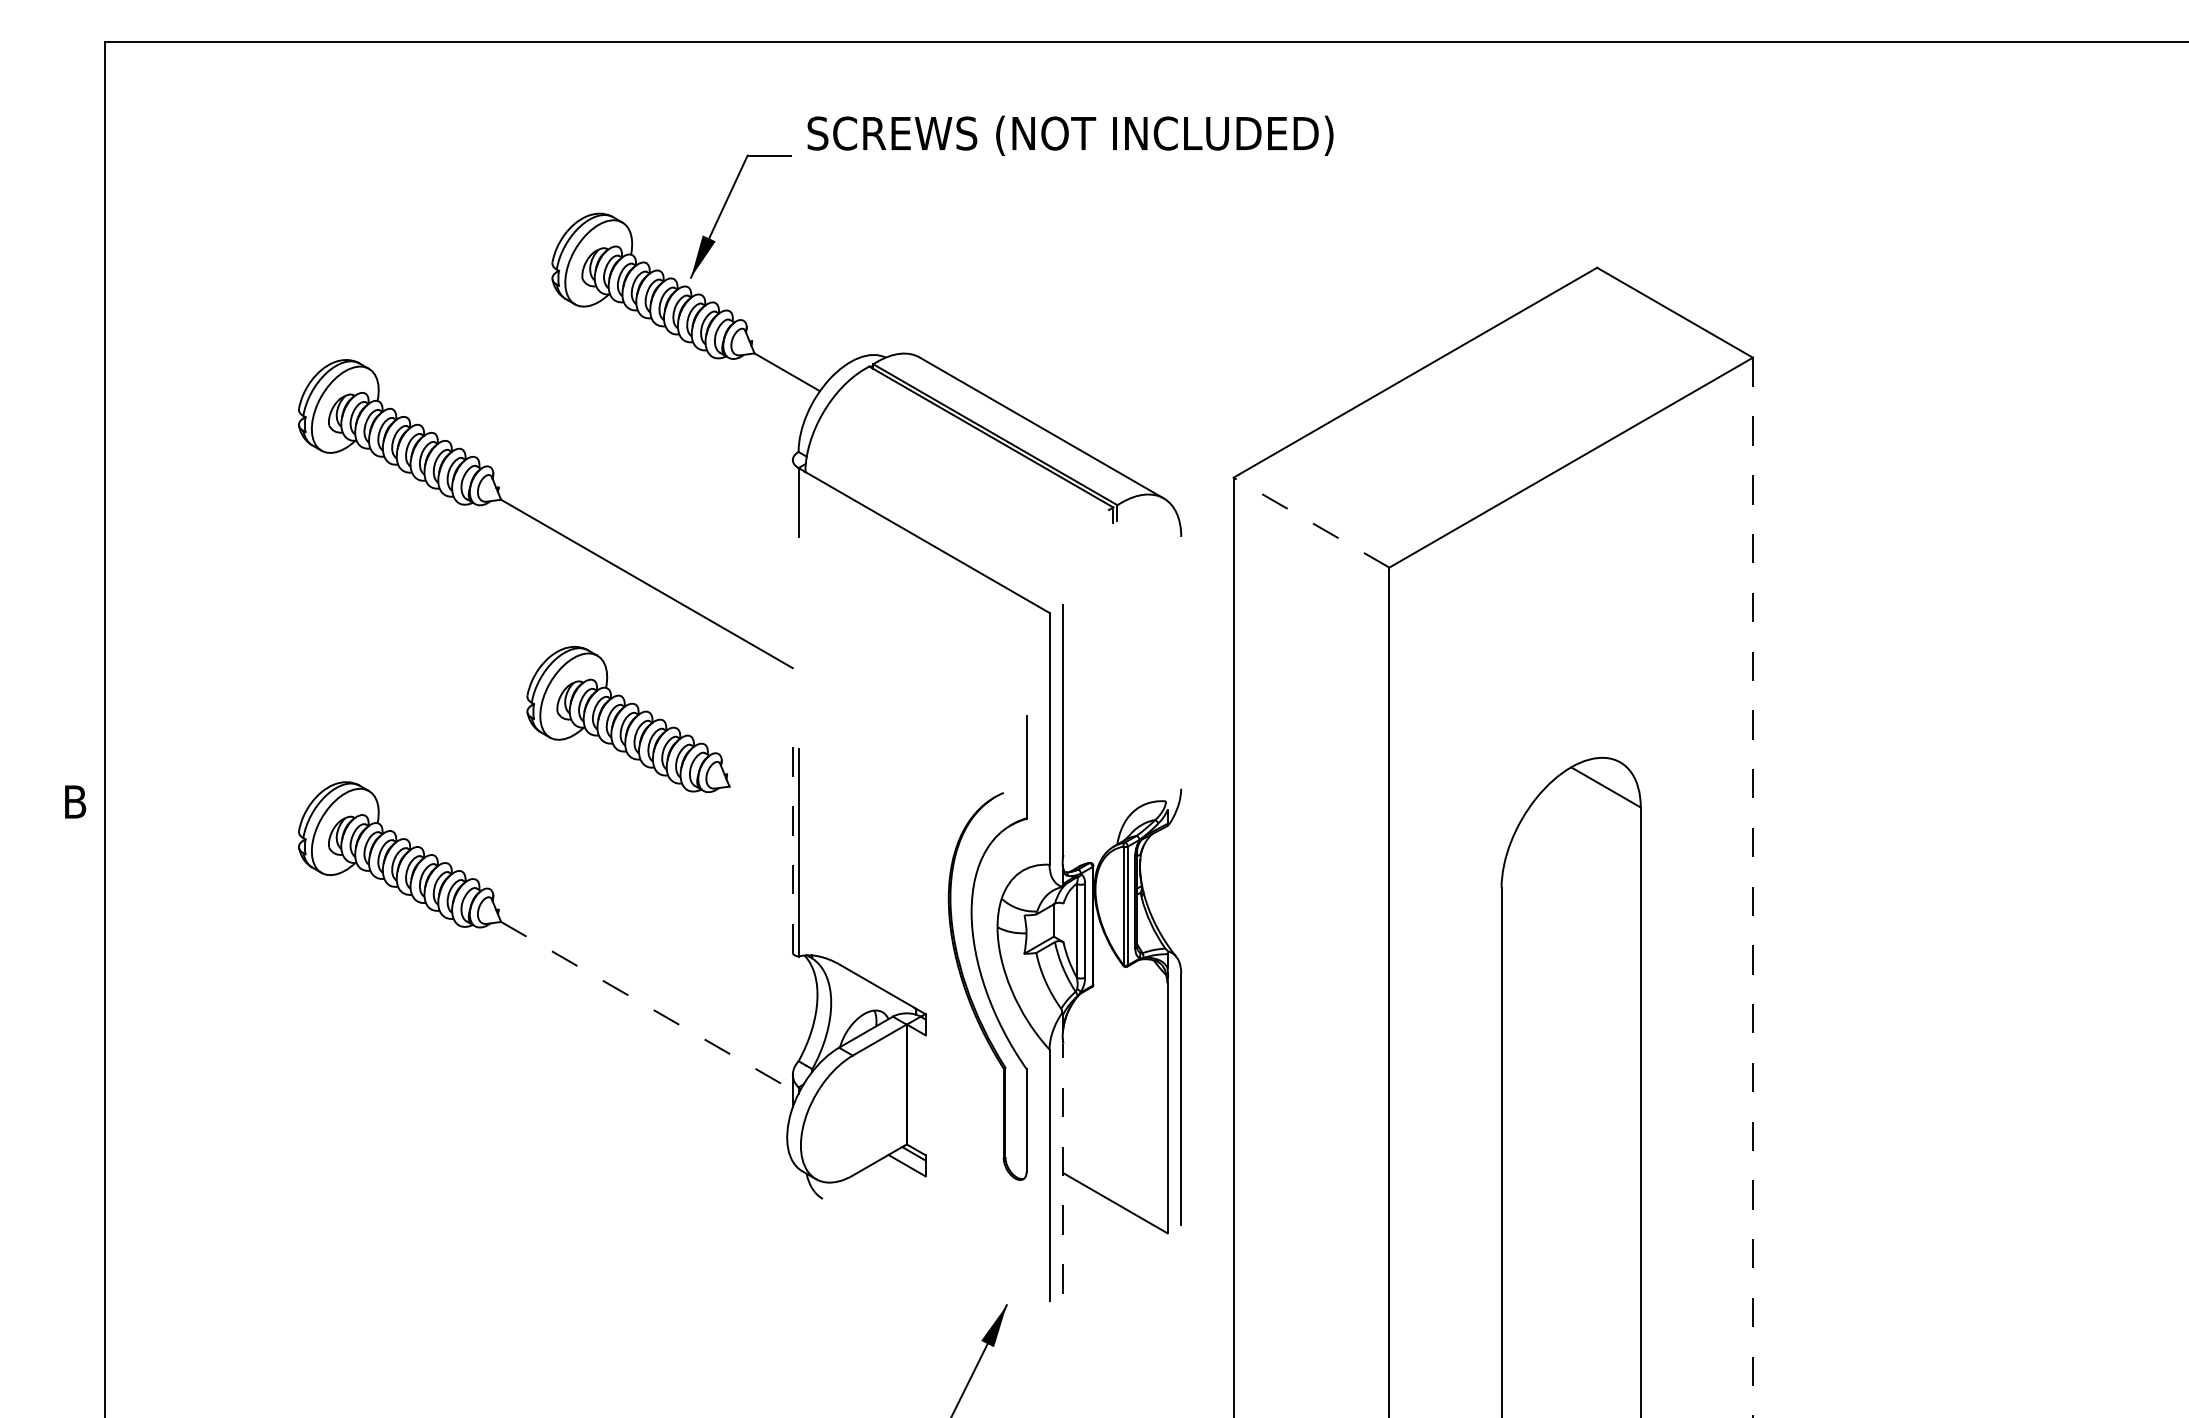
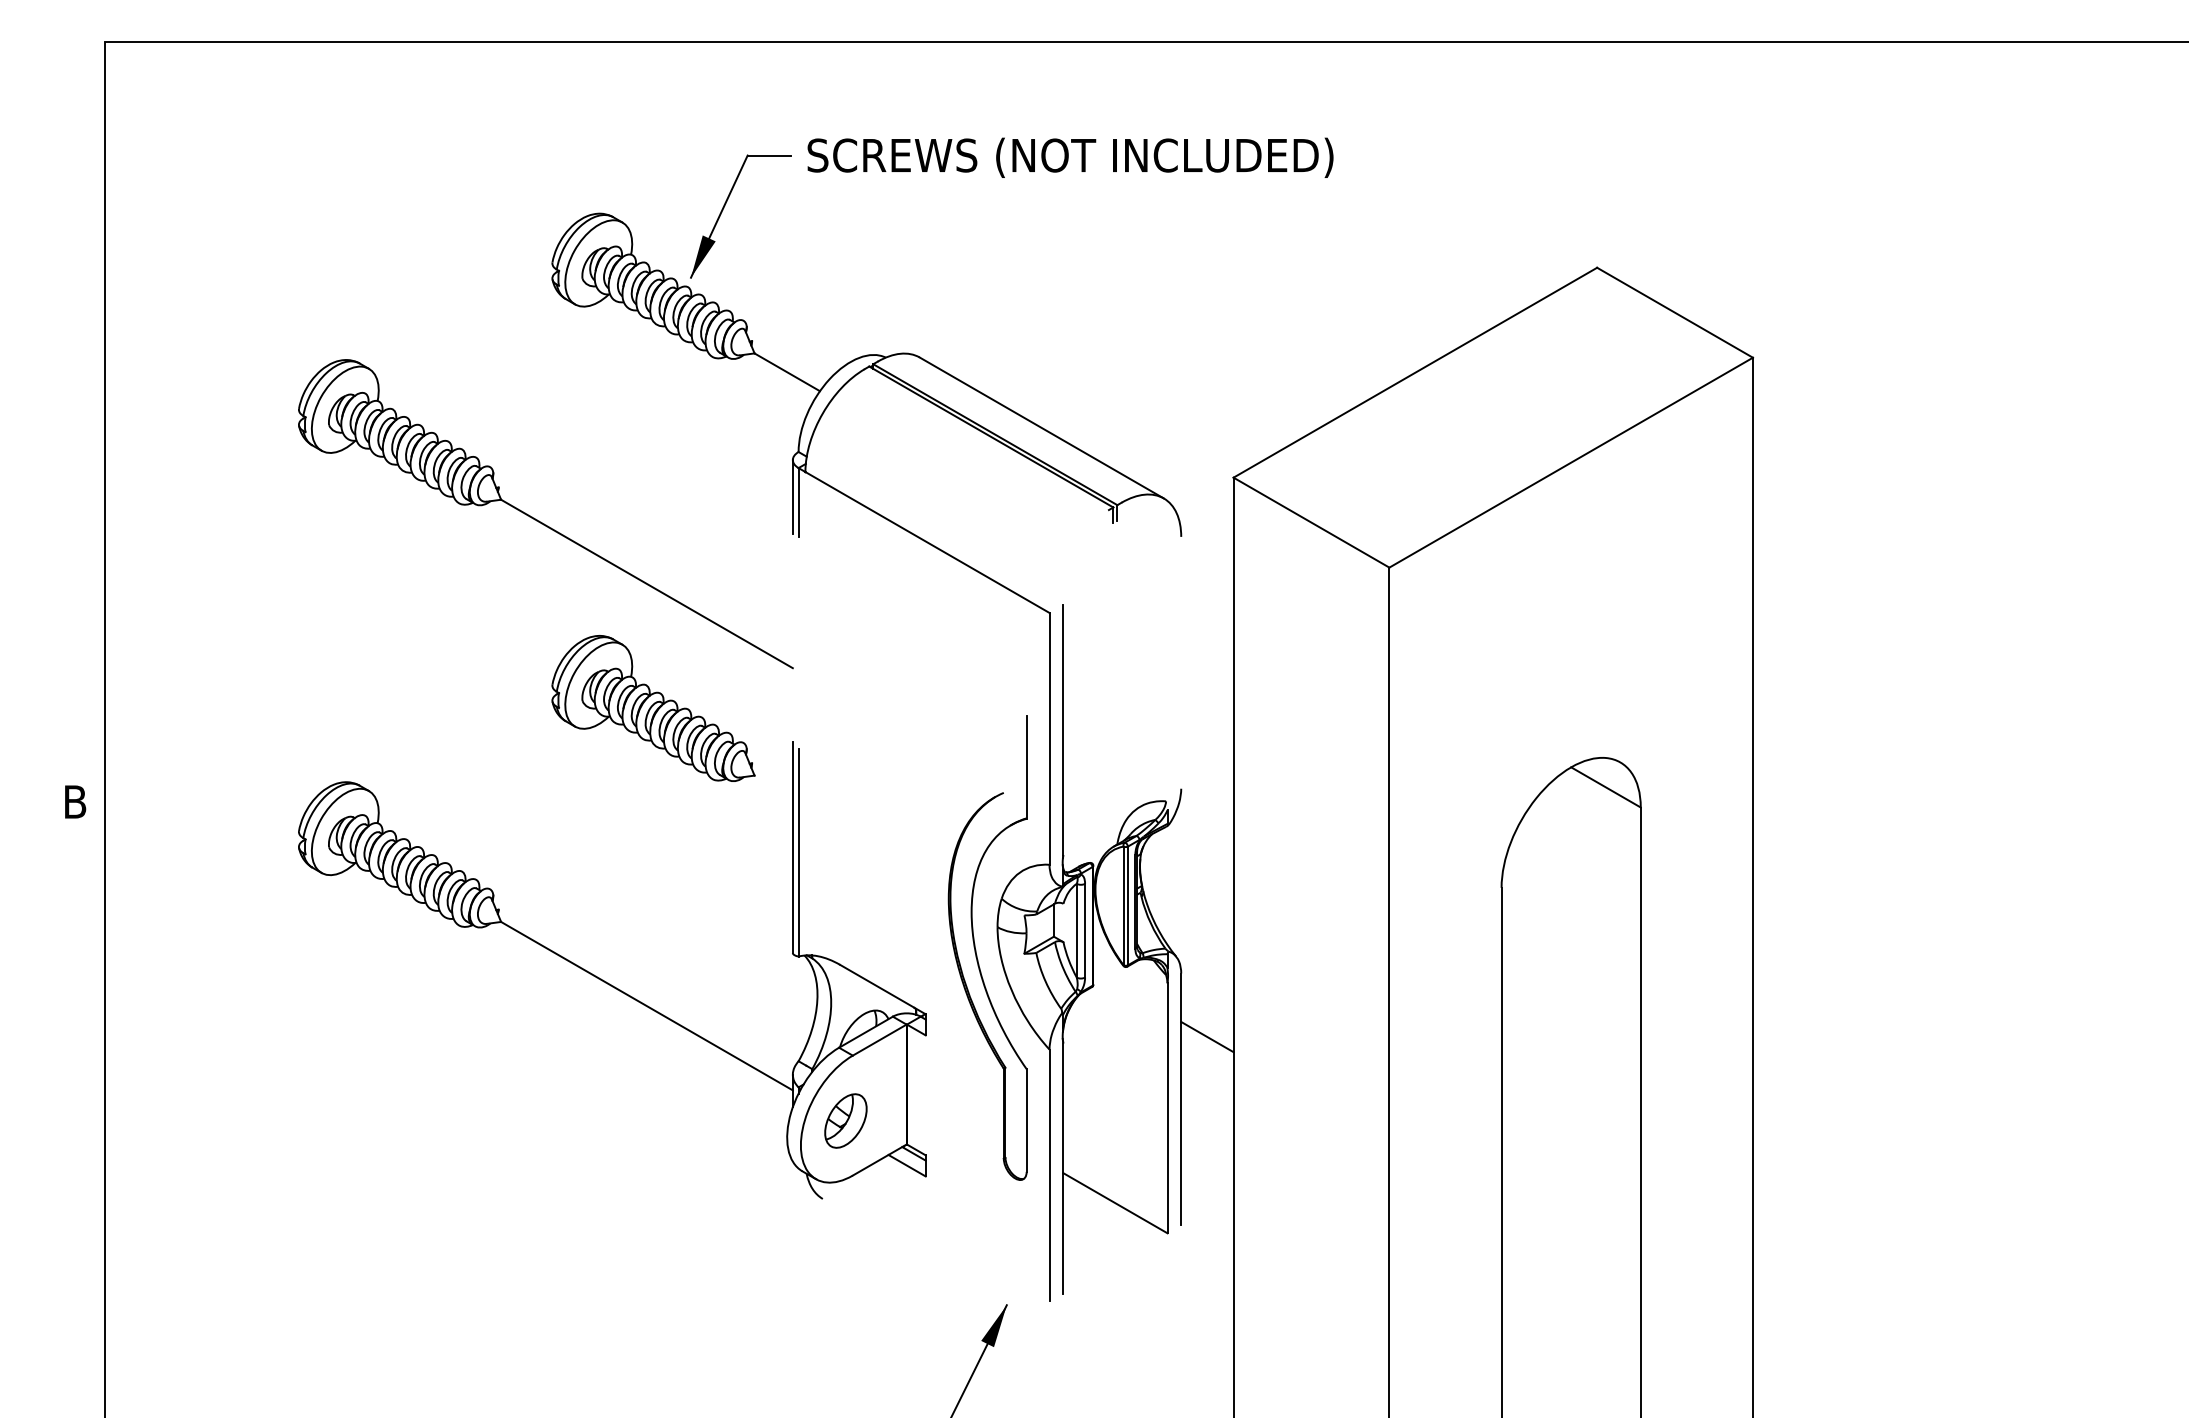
text at (1070, 135) position: (1070, 135) -> (1070, 157)
line at (792, 496): none -> present
line at (1311, 522): dashed -> solid
part at (628, 719) position: (628, 719) -> (653, 708)
line at (792, 847): dashed -> solid
line at (1752, 887): dashed -> solid
line at (647, 1006): dashed -> solid
line at (1207, 1036): none -> present
part at (845, 1120): none -> present
line at (1063, 1168): dashed -> solid
